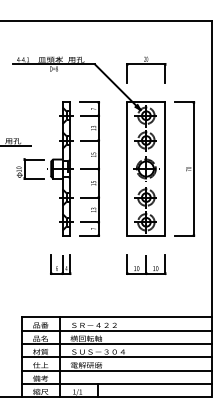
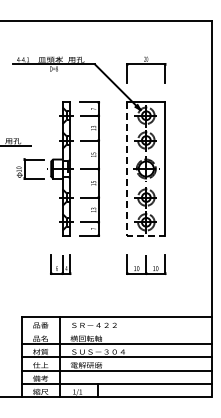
part at (184, 168): present -> none
line at (127, 188): solid -> dashed
line at (116, 330): present -> none
